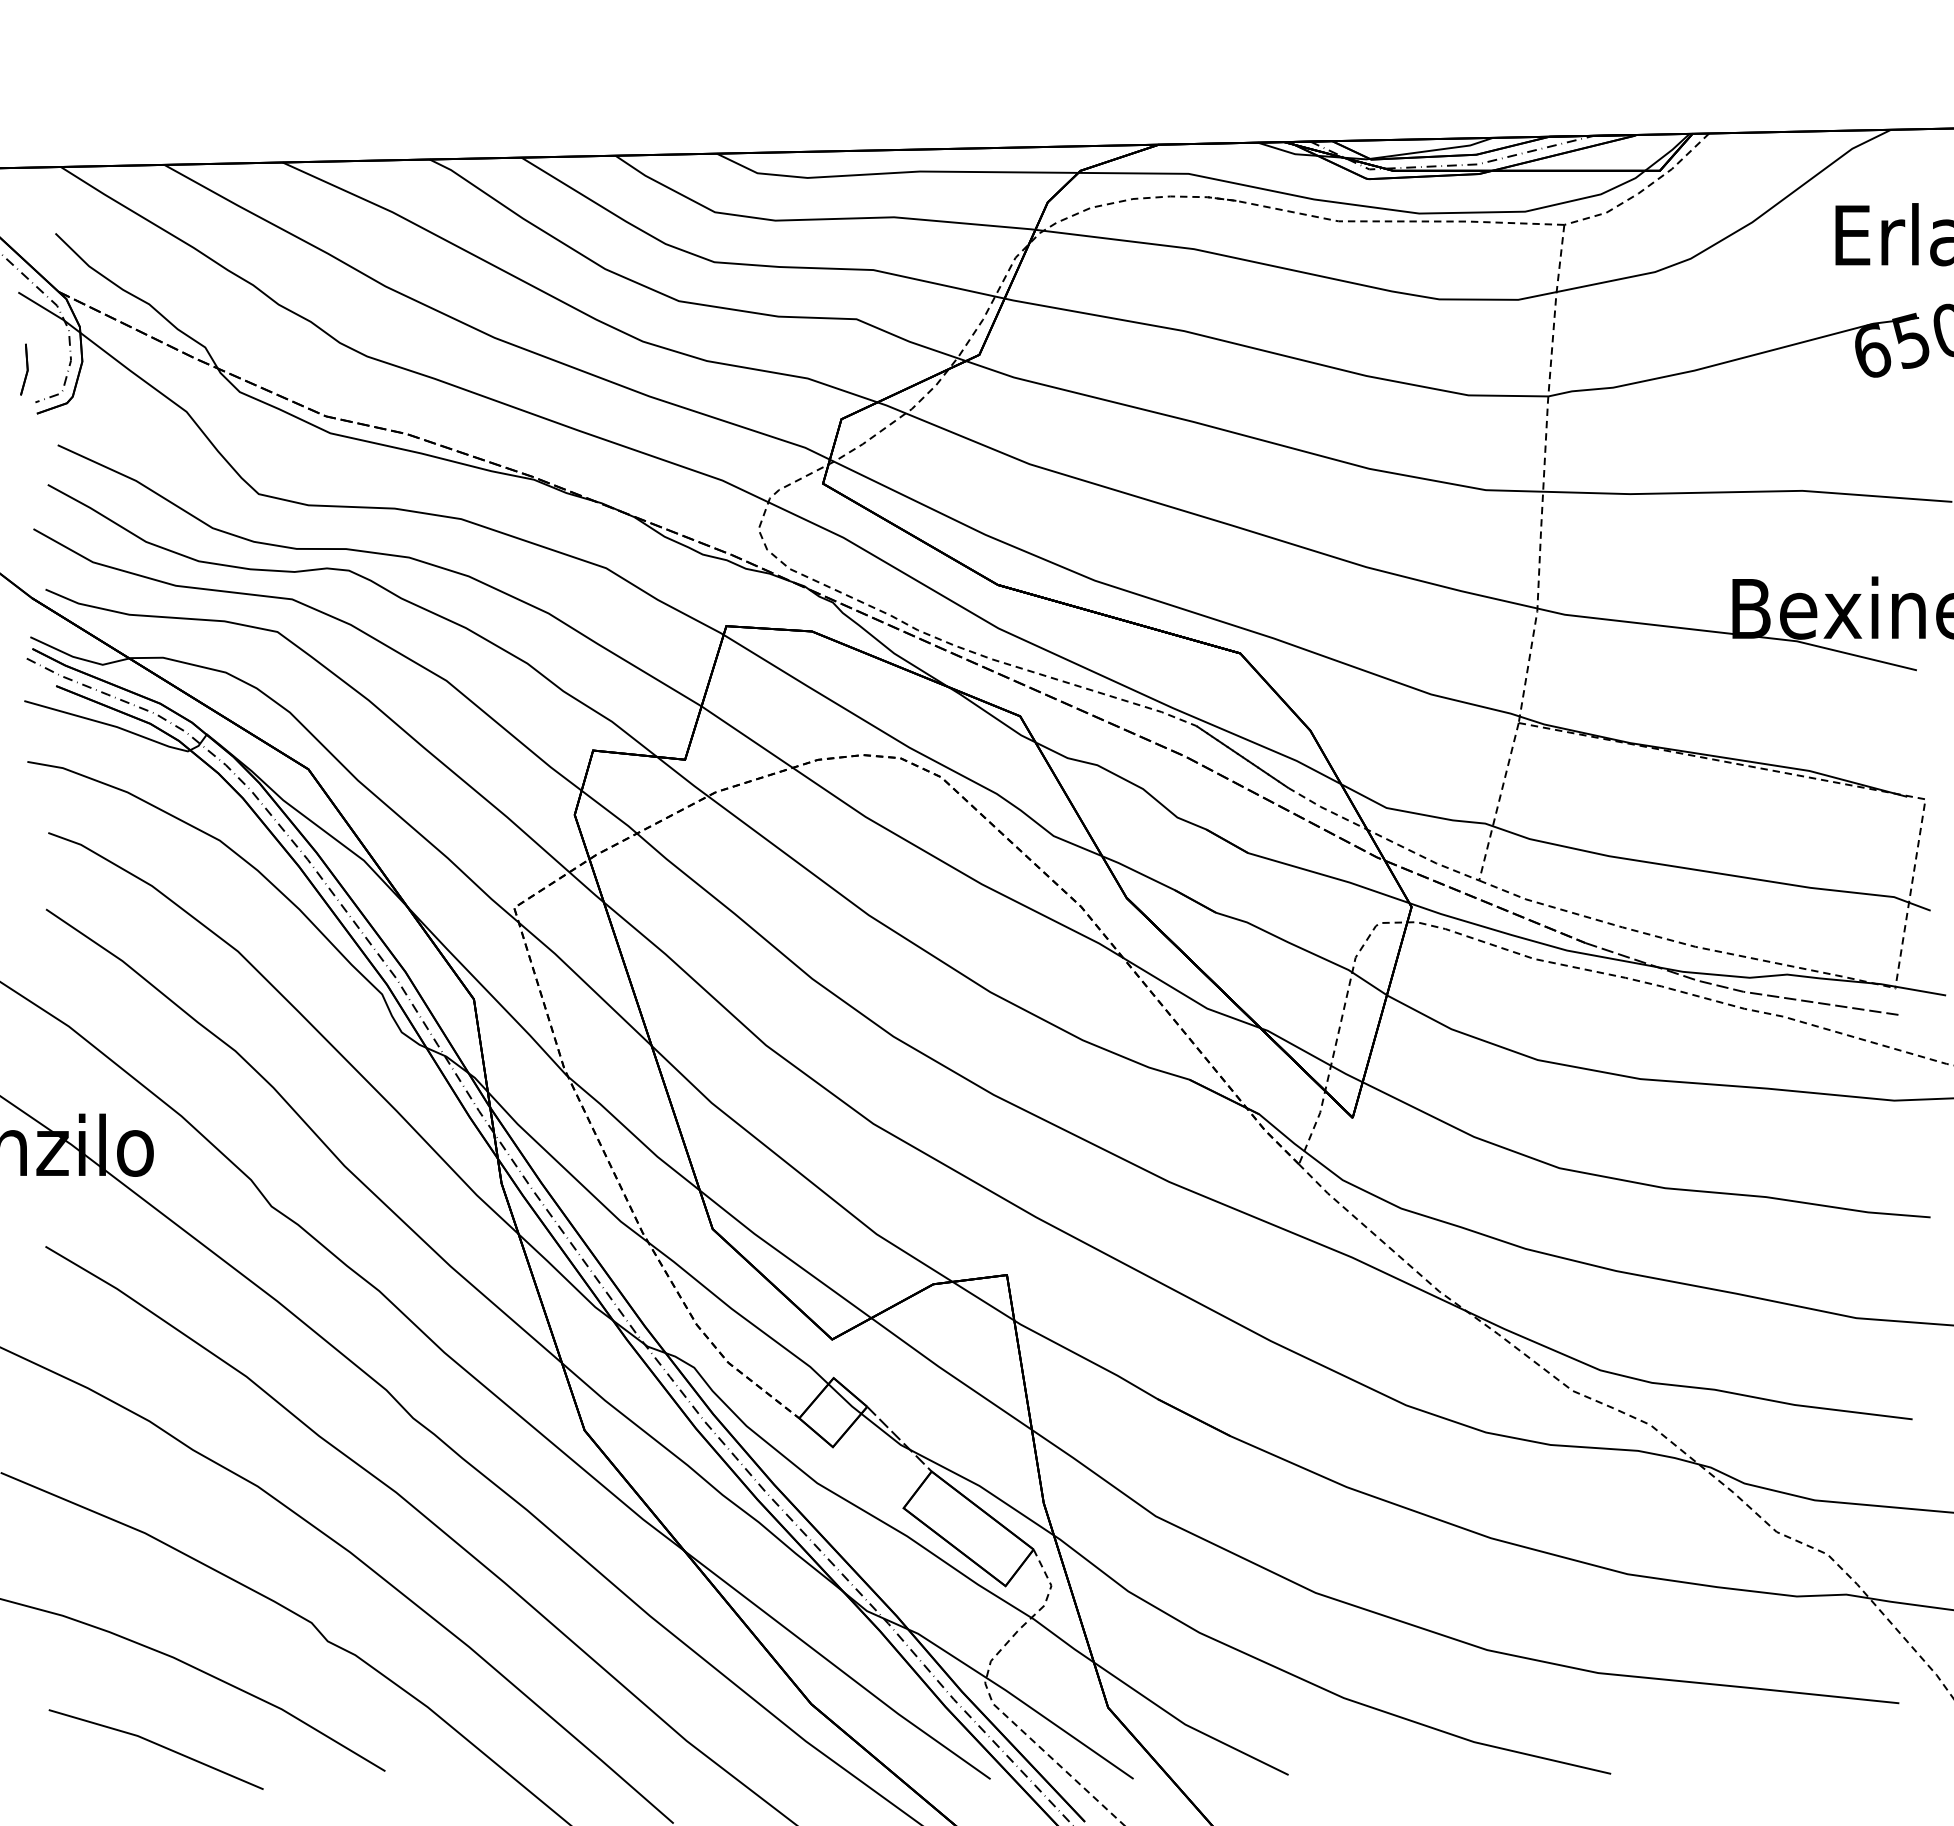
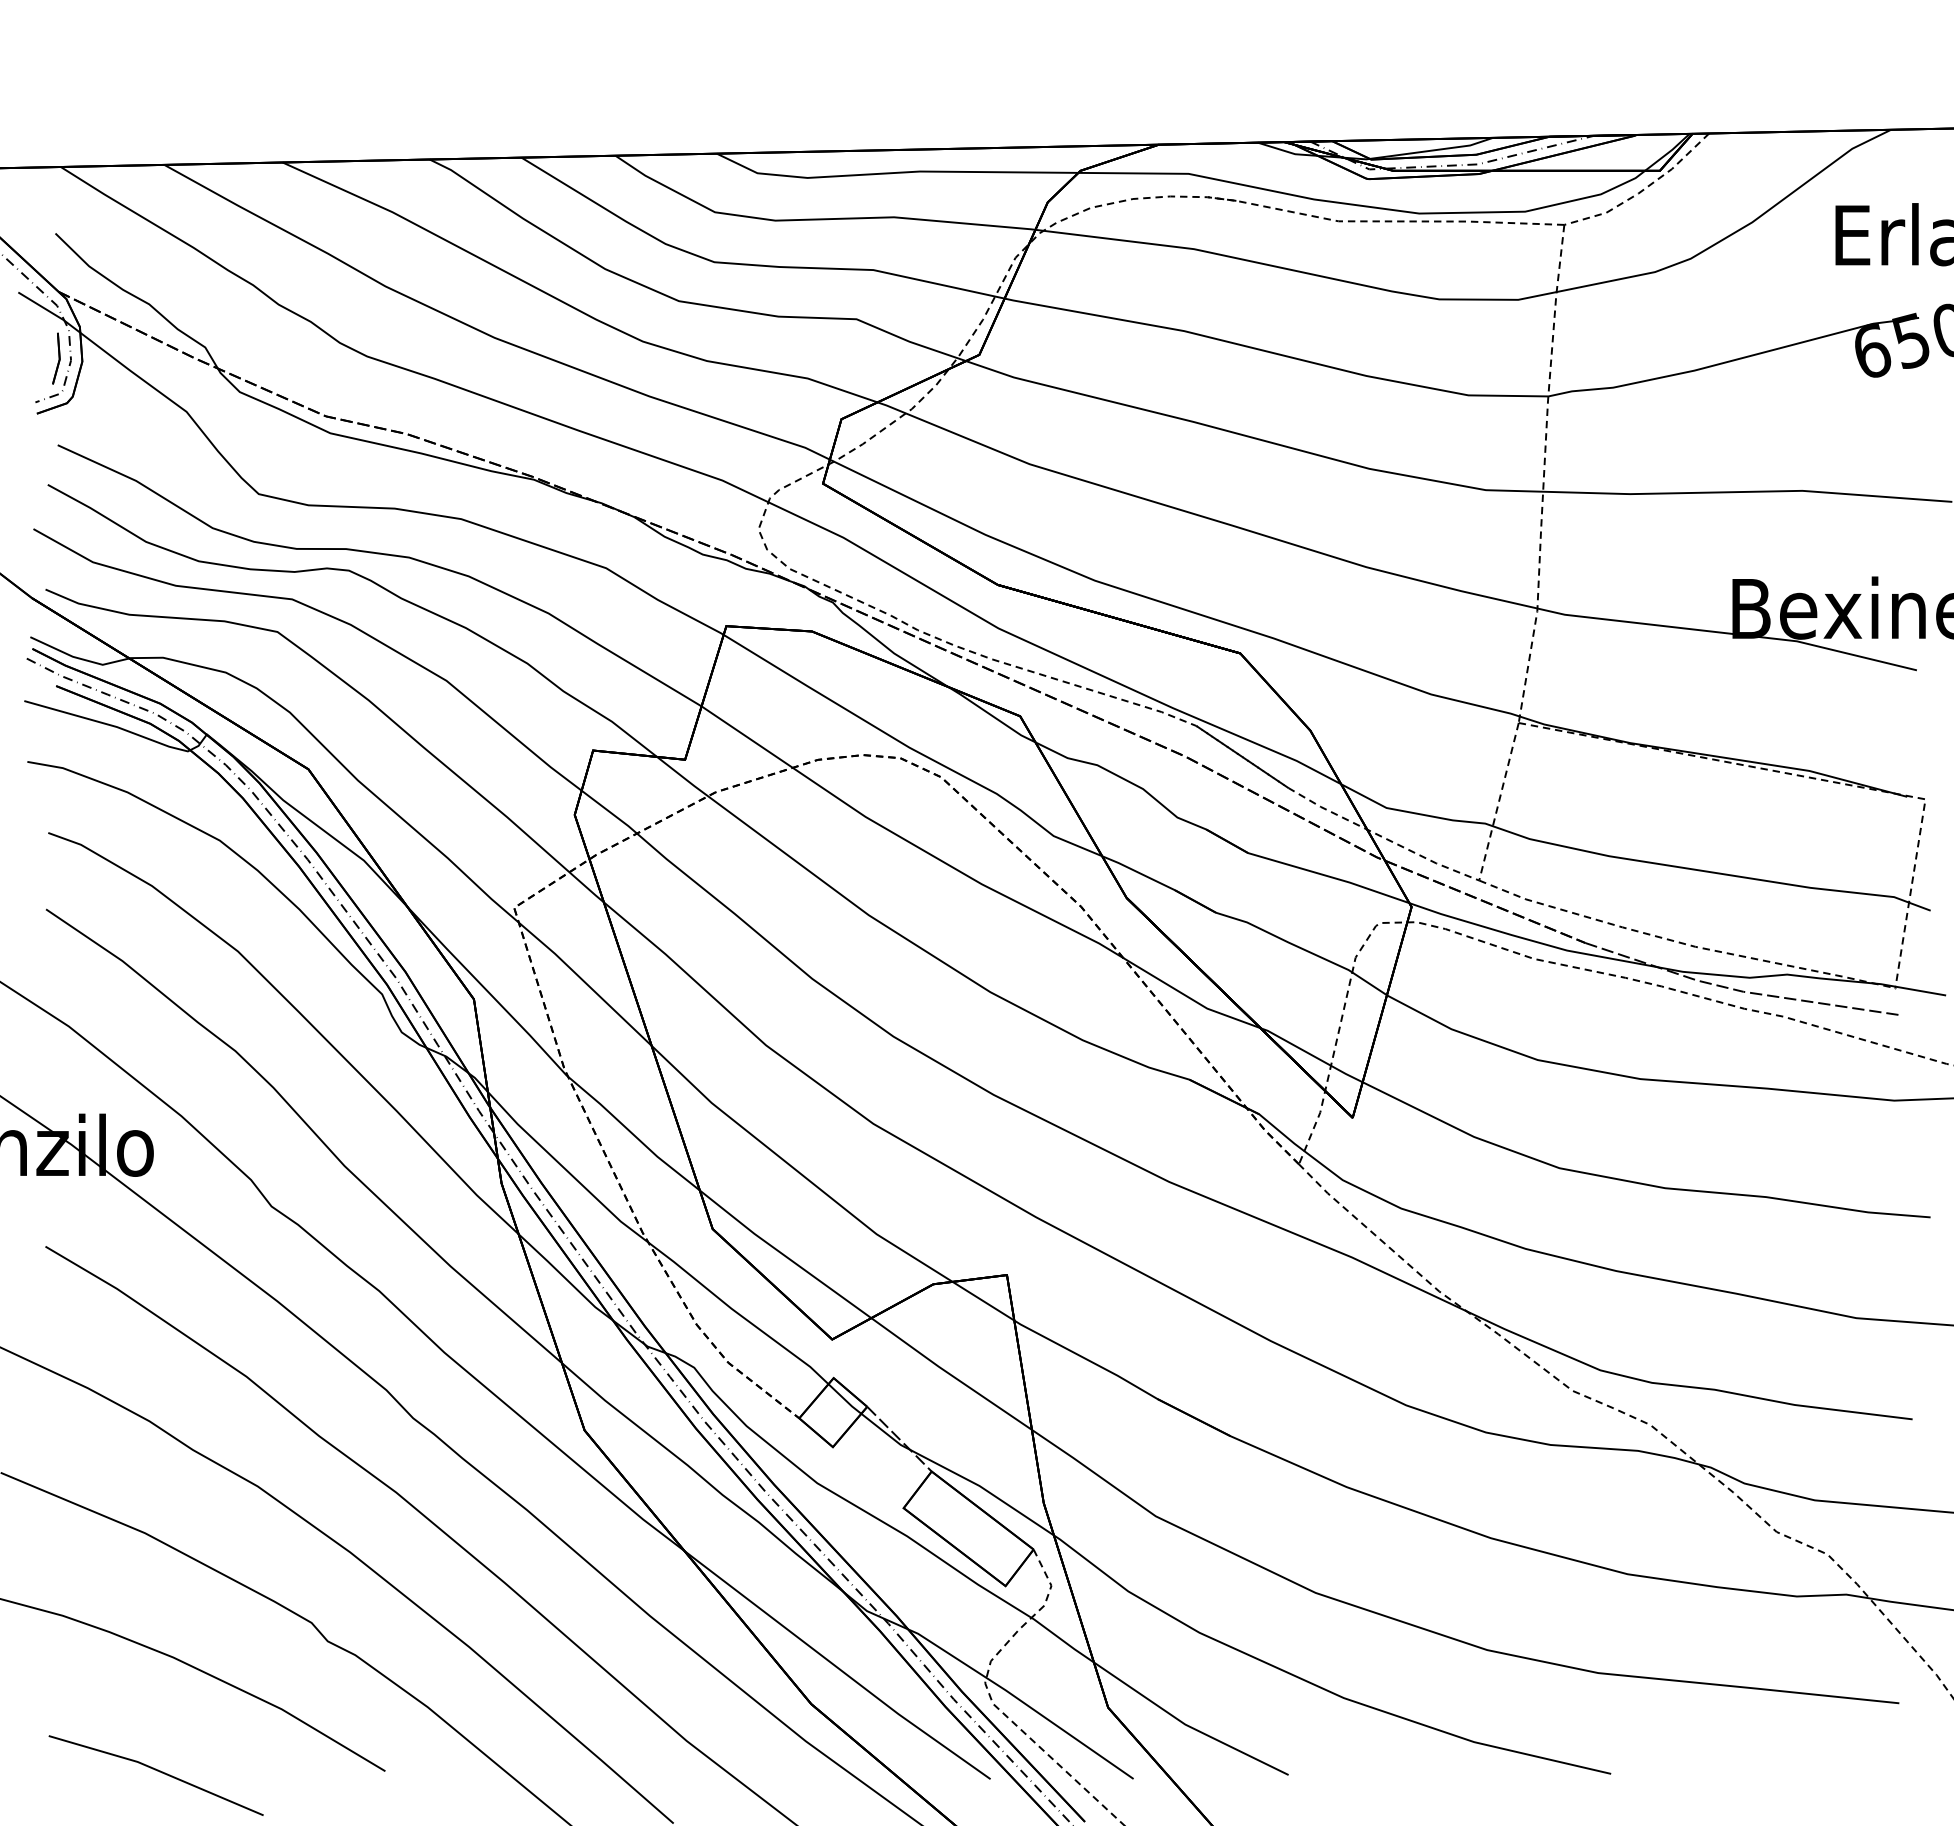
part at (24, 369) position: (24, 369) -> (56, 358)
line at (157, 1745) position: (157, 1745) -> (157, 1771)
